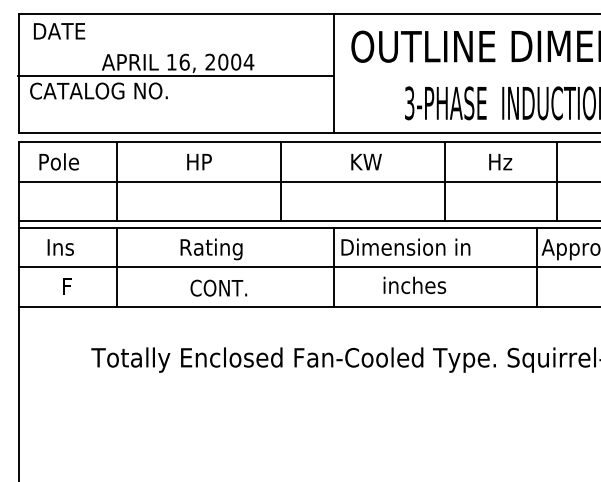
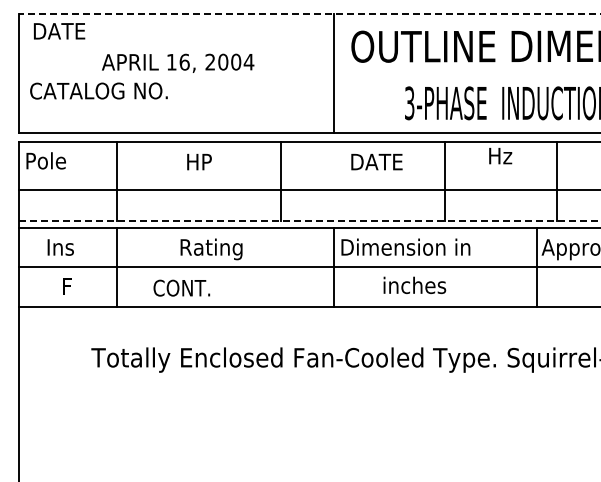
line at (309, 14): solid -> dashed
line at (175, 76): present -> none
text at (58, 161) position: (58, 161) -> (45, 160)
text at (377, 161): KW -> DATE
text at (500, 162) position: (500, 162) -> (500, 156)
line at (307, 181) position: (307, 181) -> (307, 189)
line at (309, 221): solid -> dashed
text at (218, 287) position: (218, 287) -> (181, 287)
